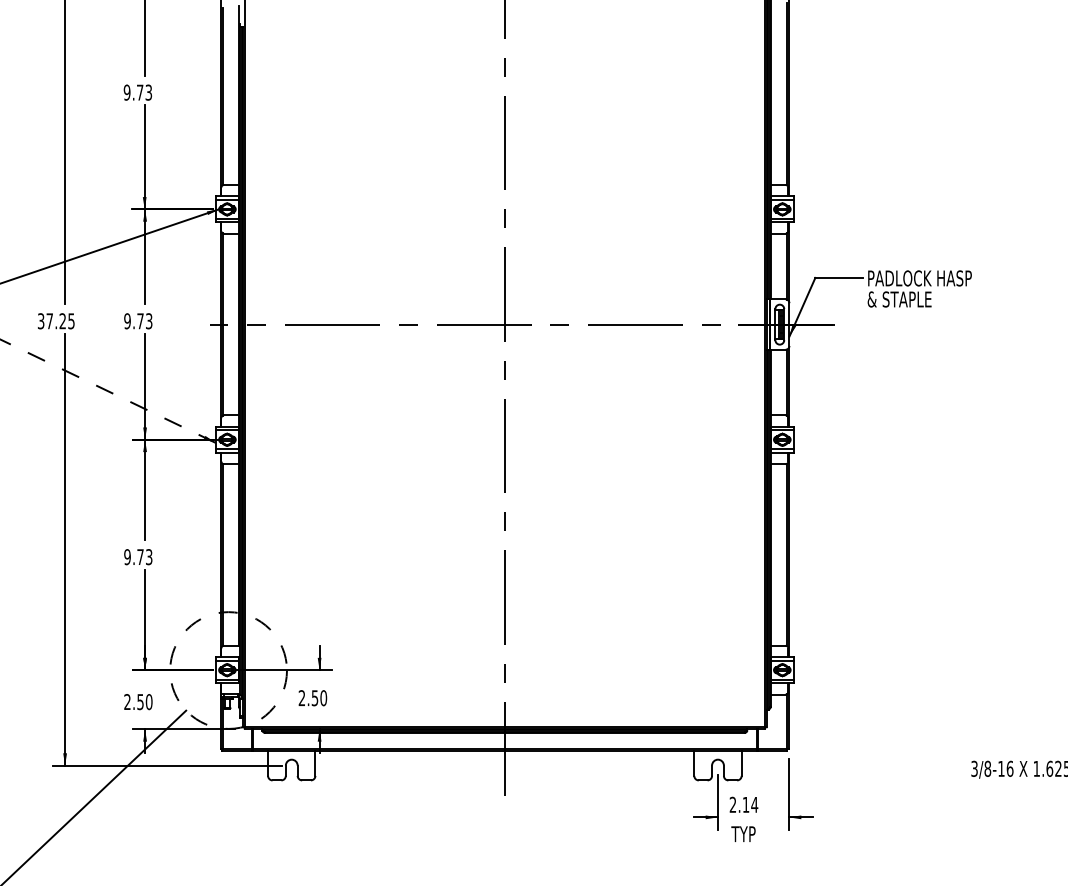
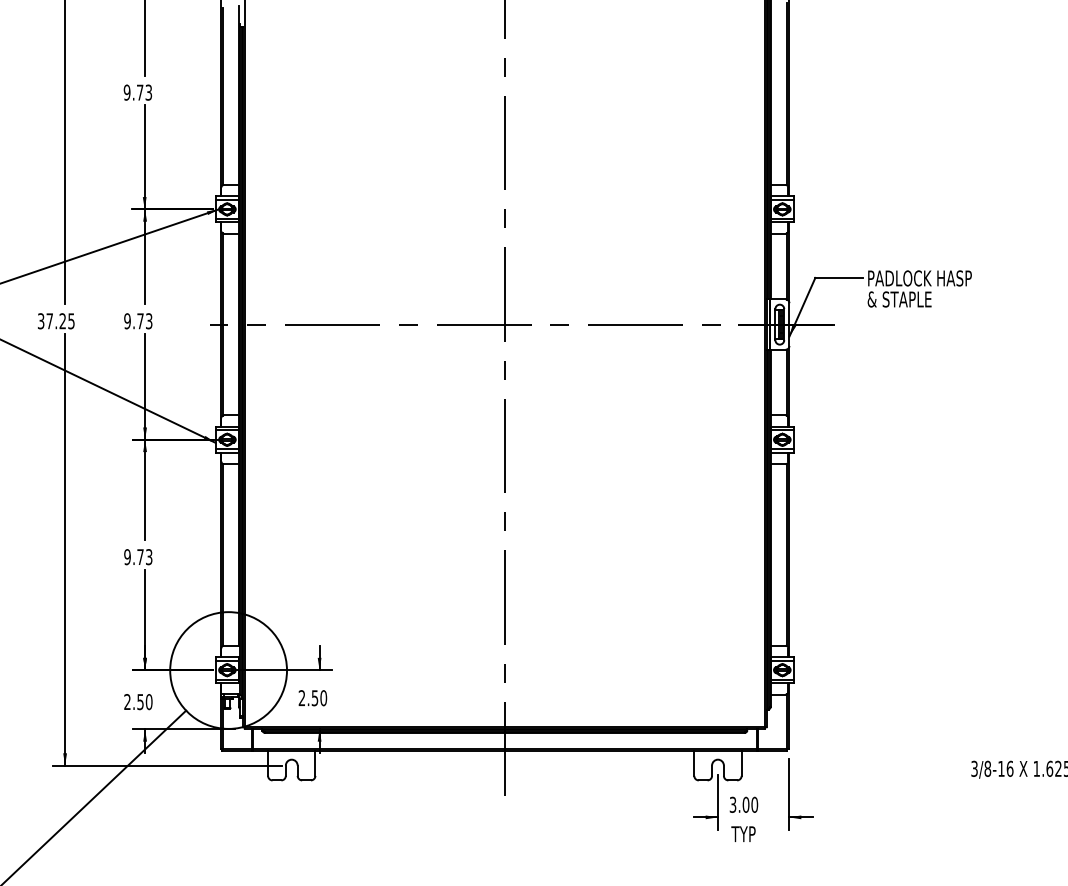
line at (107, 391): dashed -> solid
circle at (228, 670): dashed -> solid
text at (743, 804): 2.14 -> 3.00
